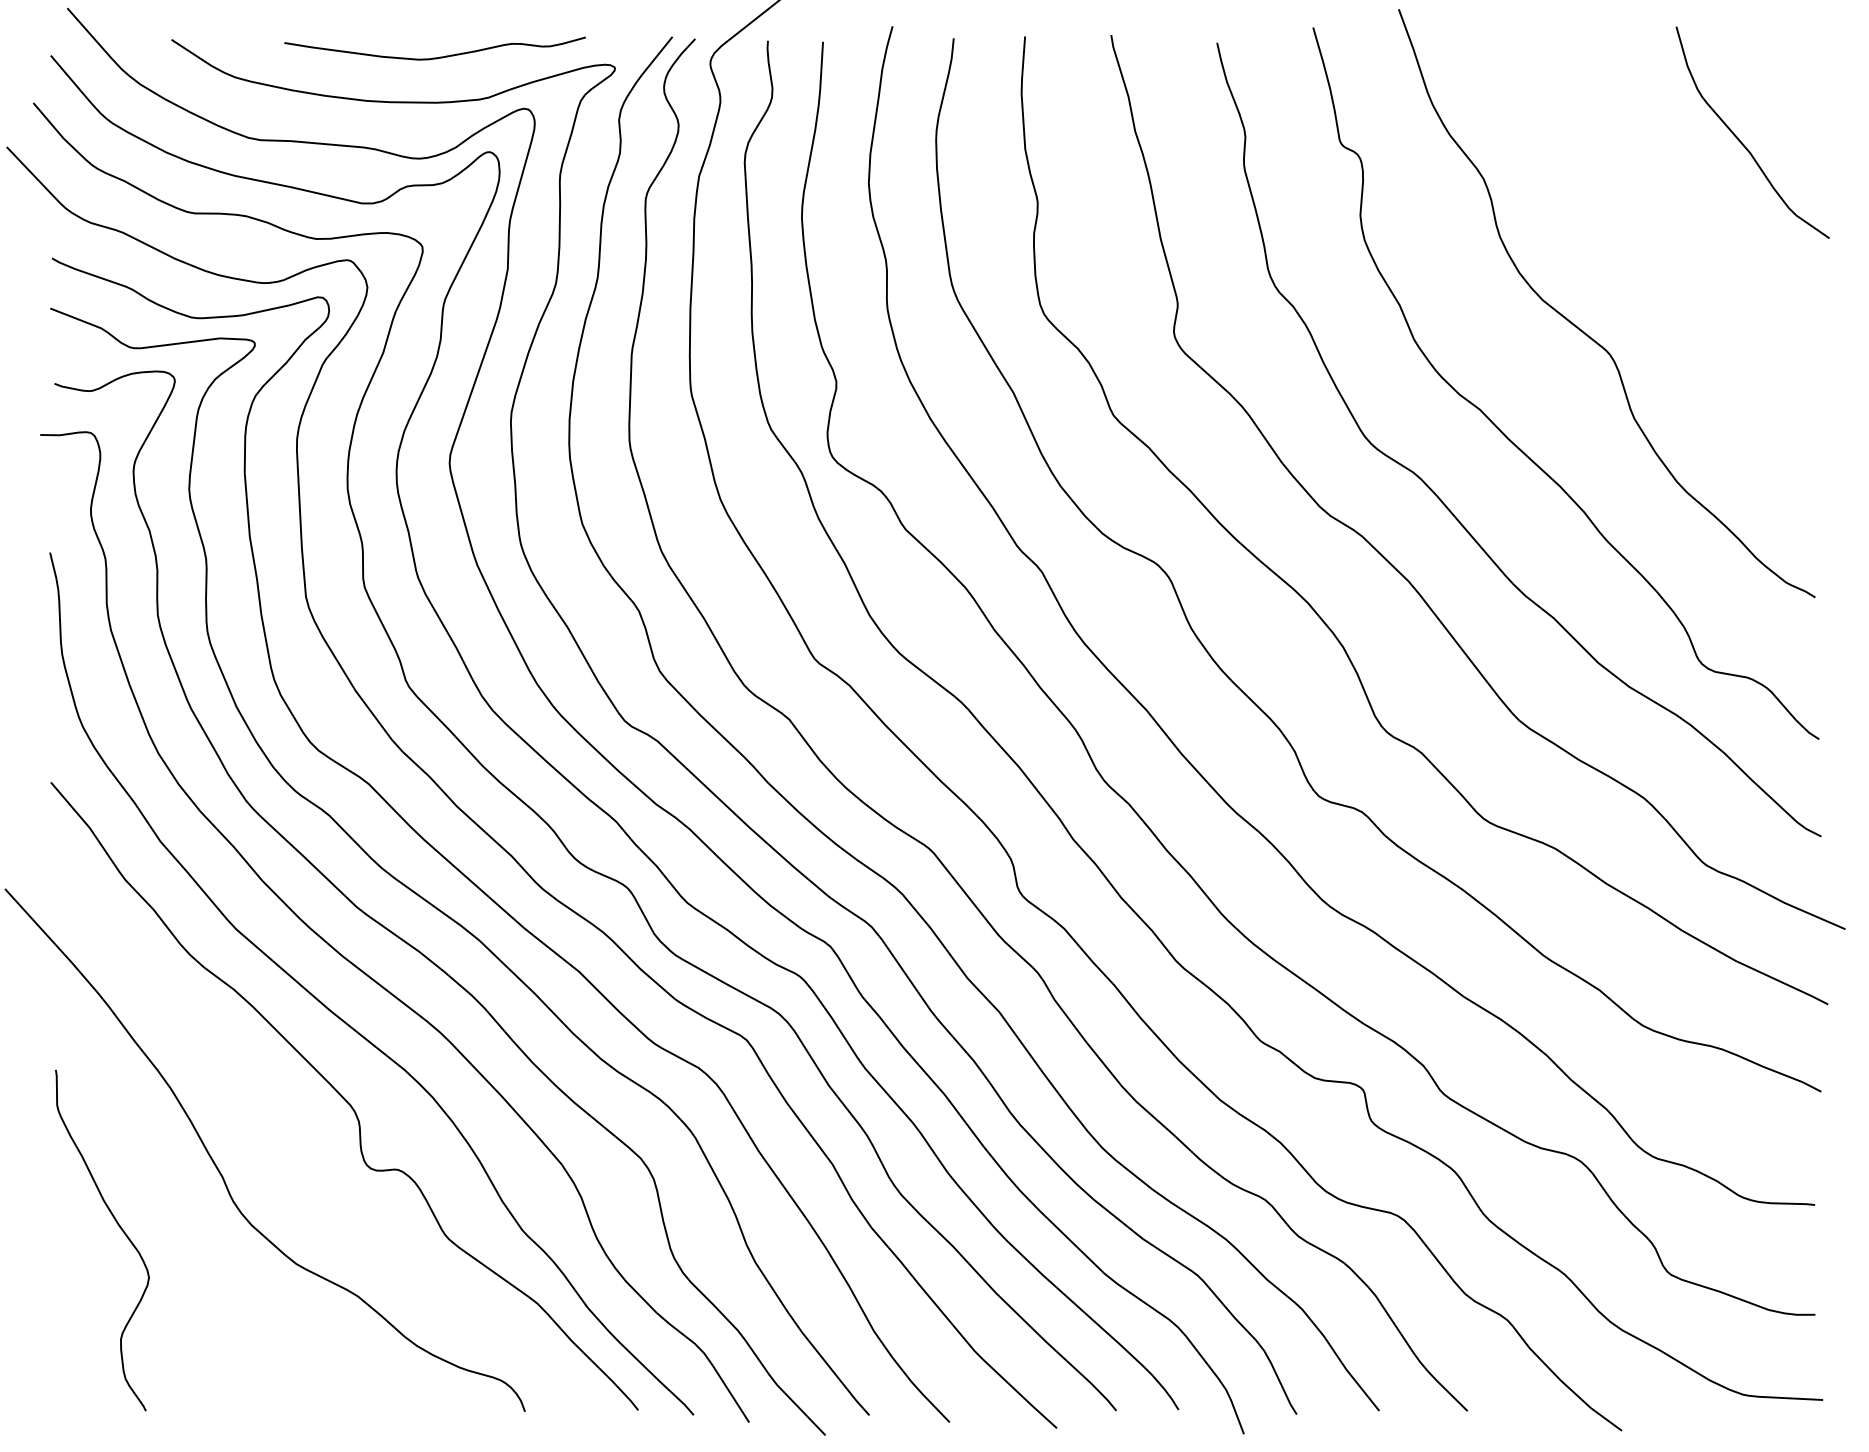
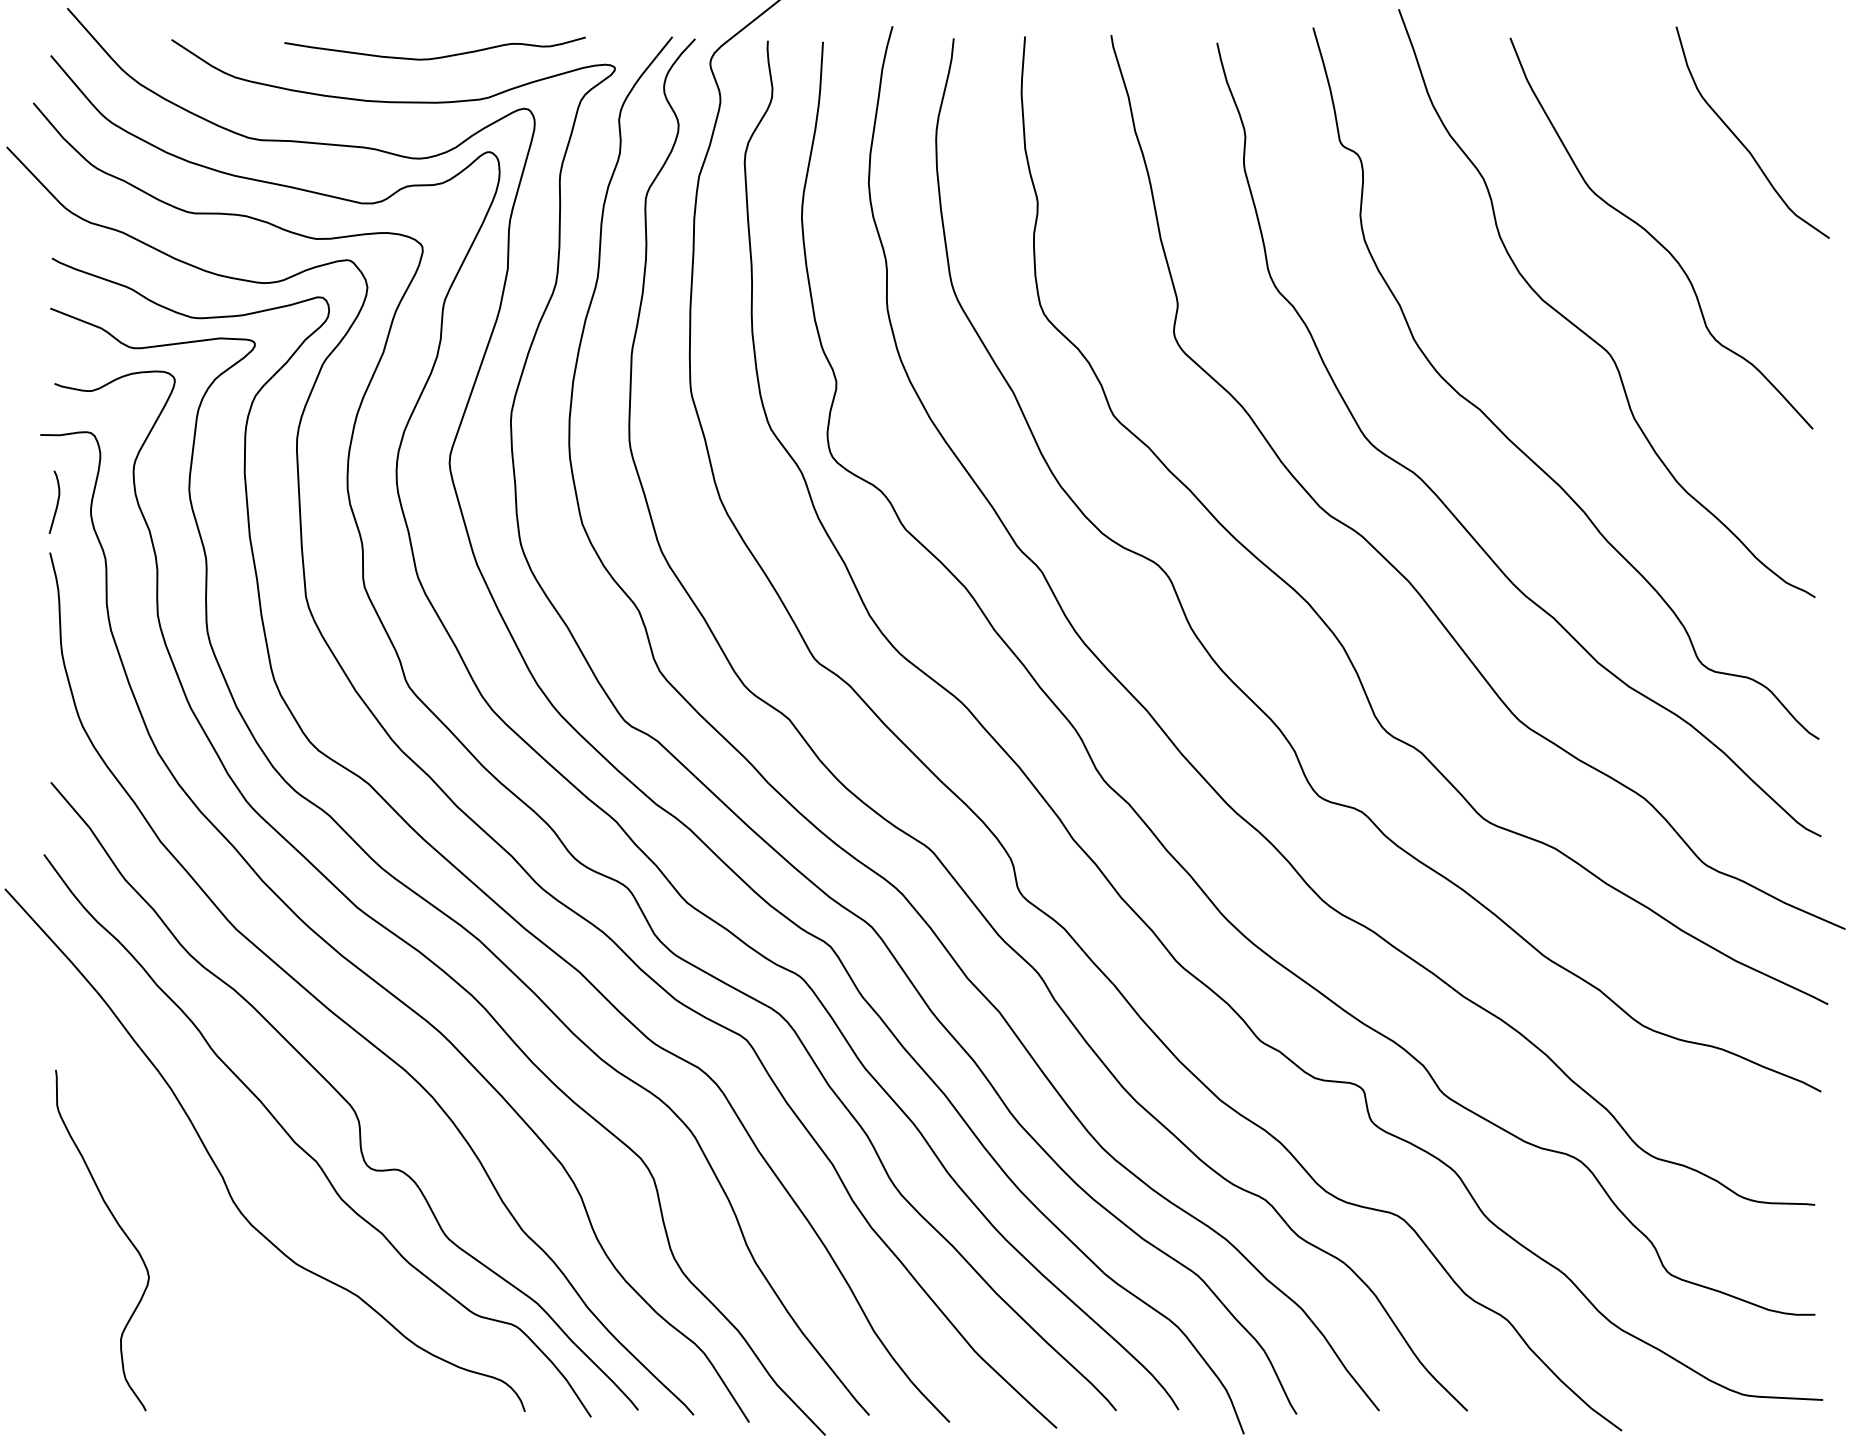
curve at (1658, 240): none -> present
curve at (56, 503): none -> present
curve at (303, 1148): none -> present
